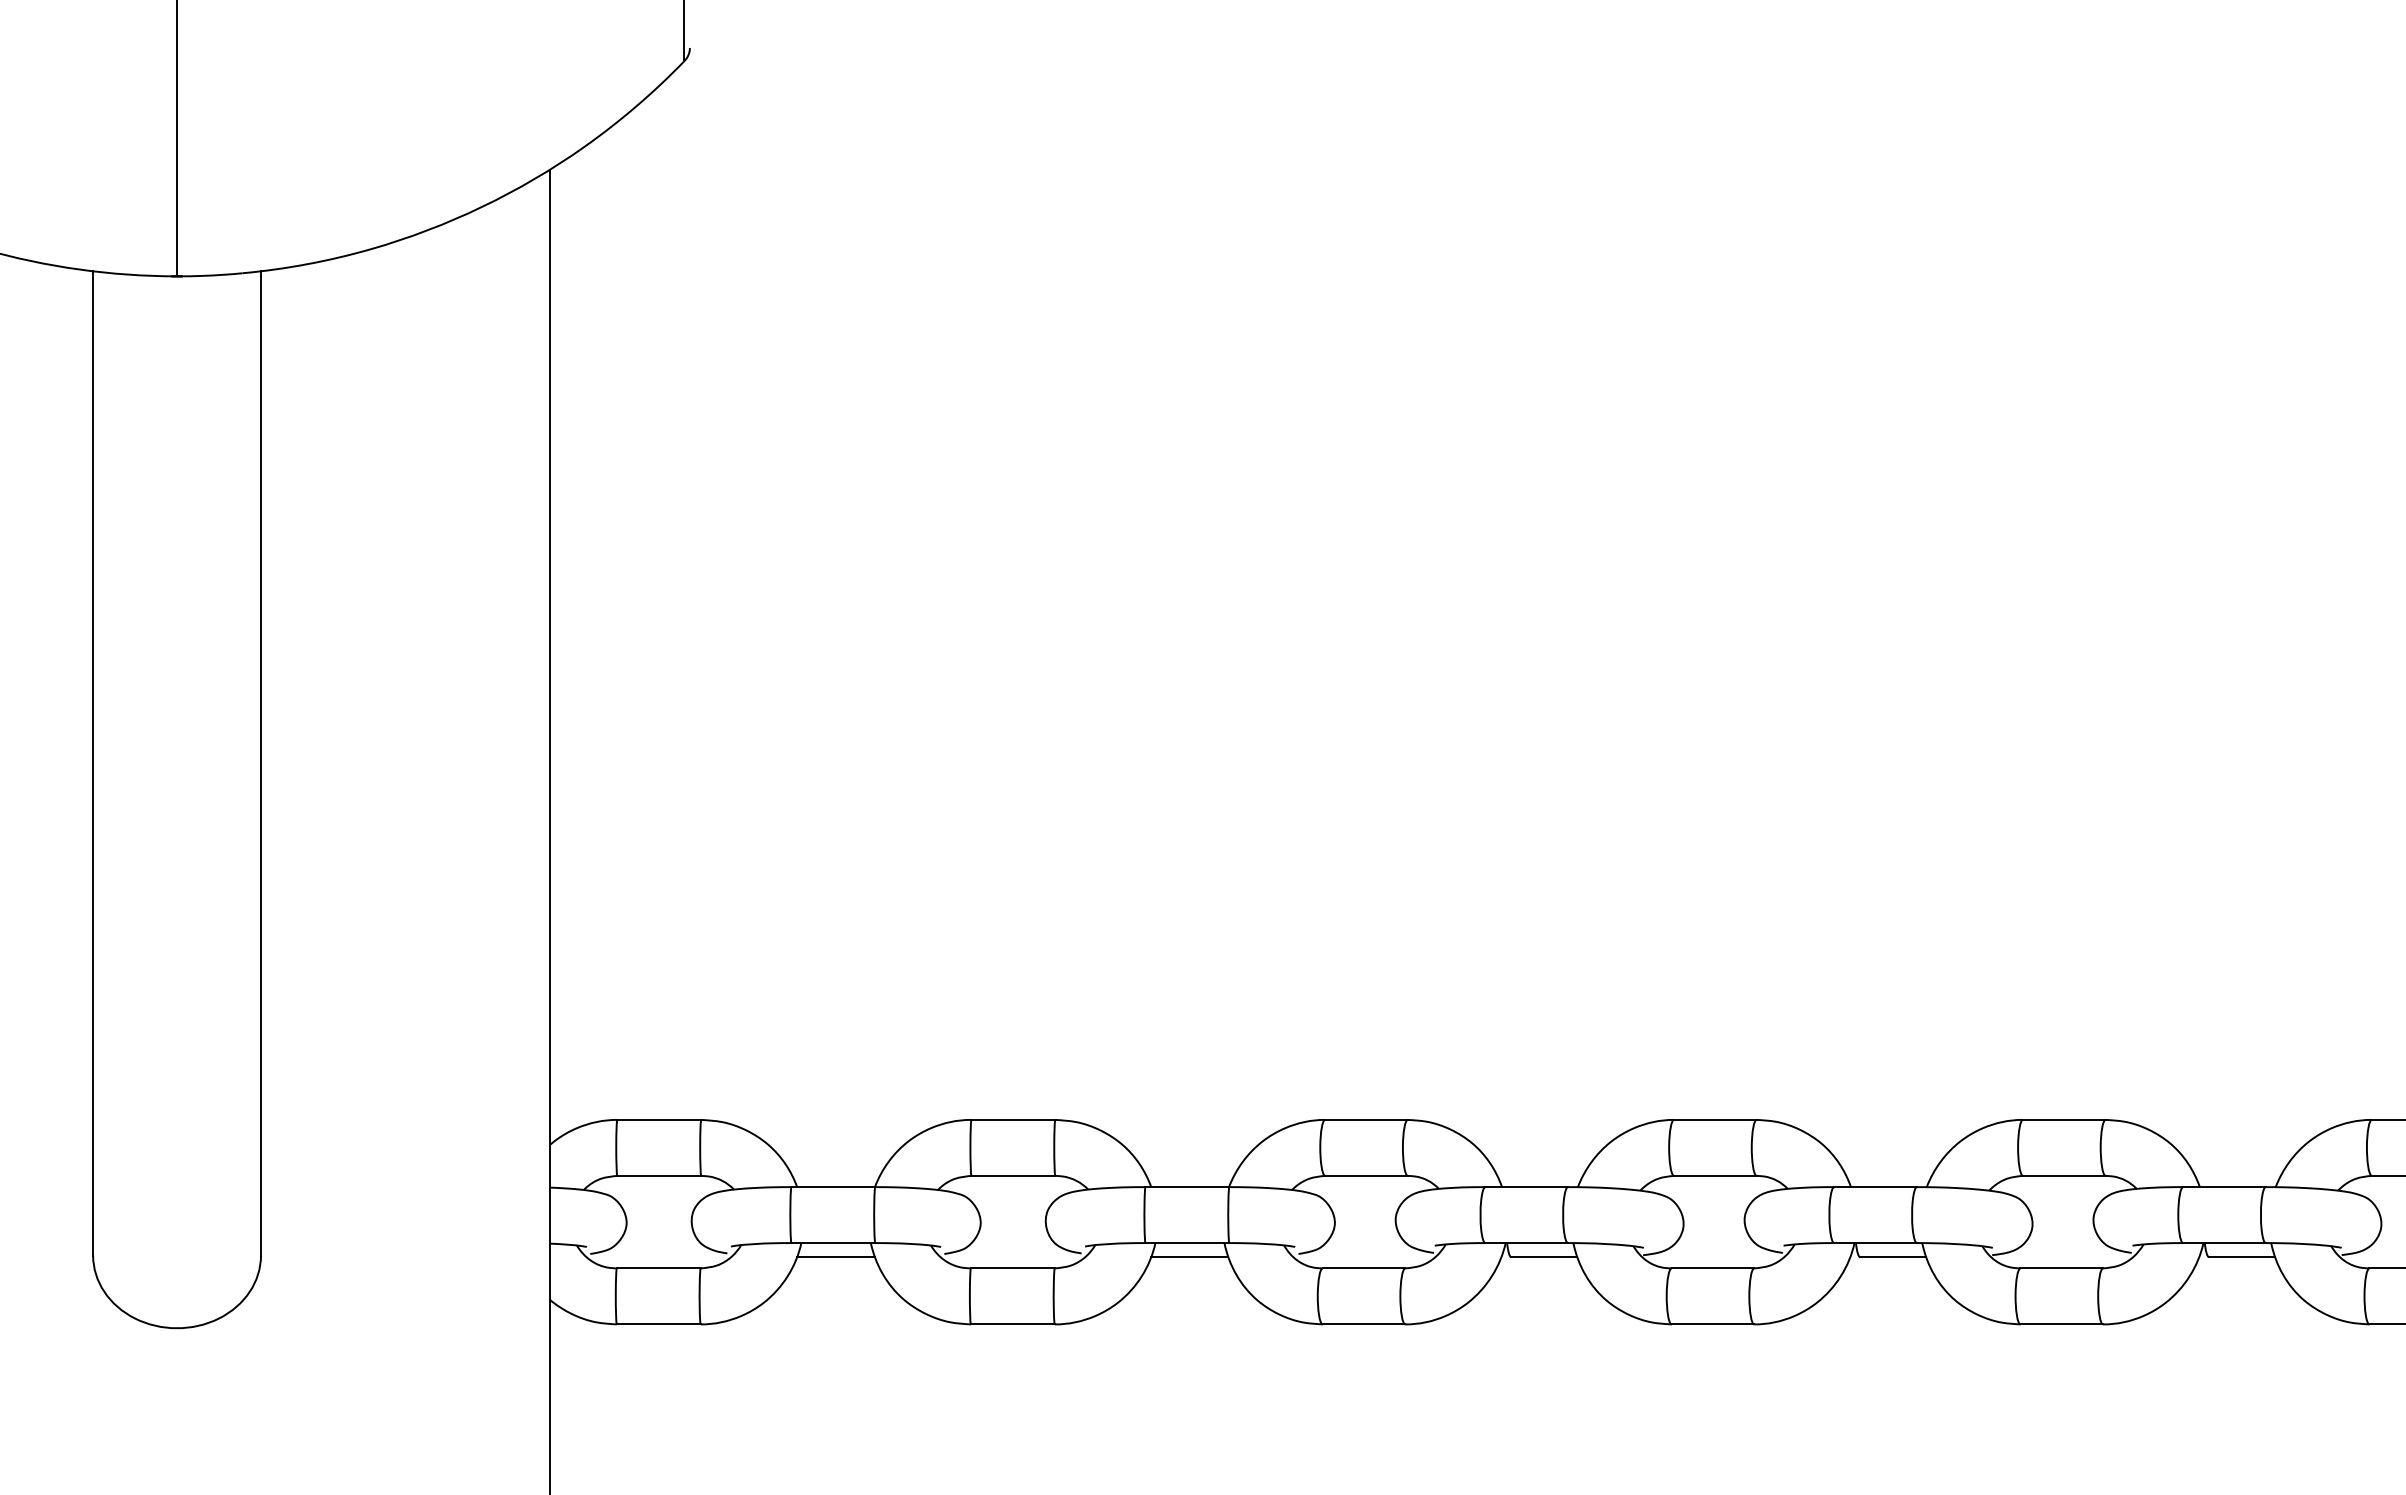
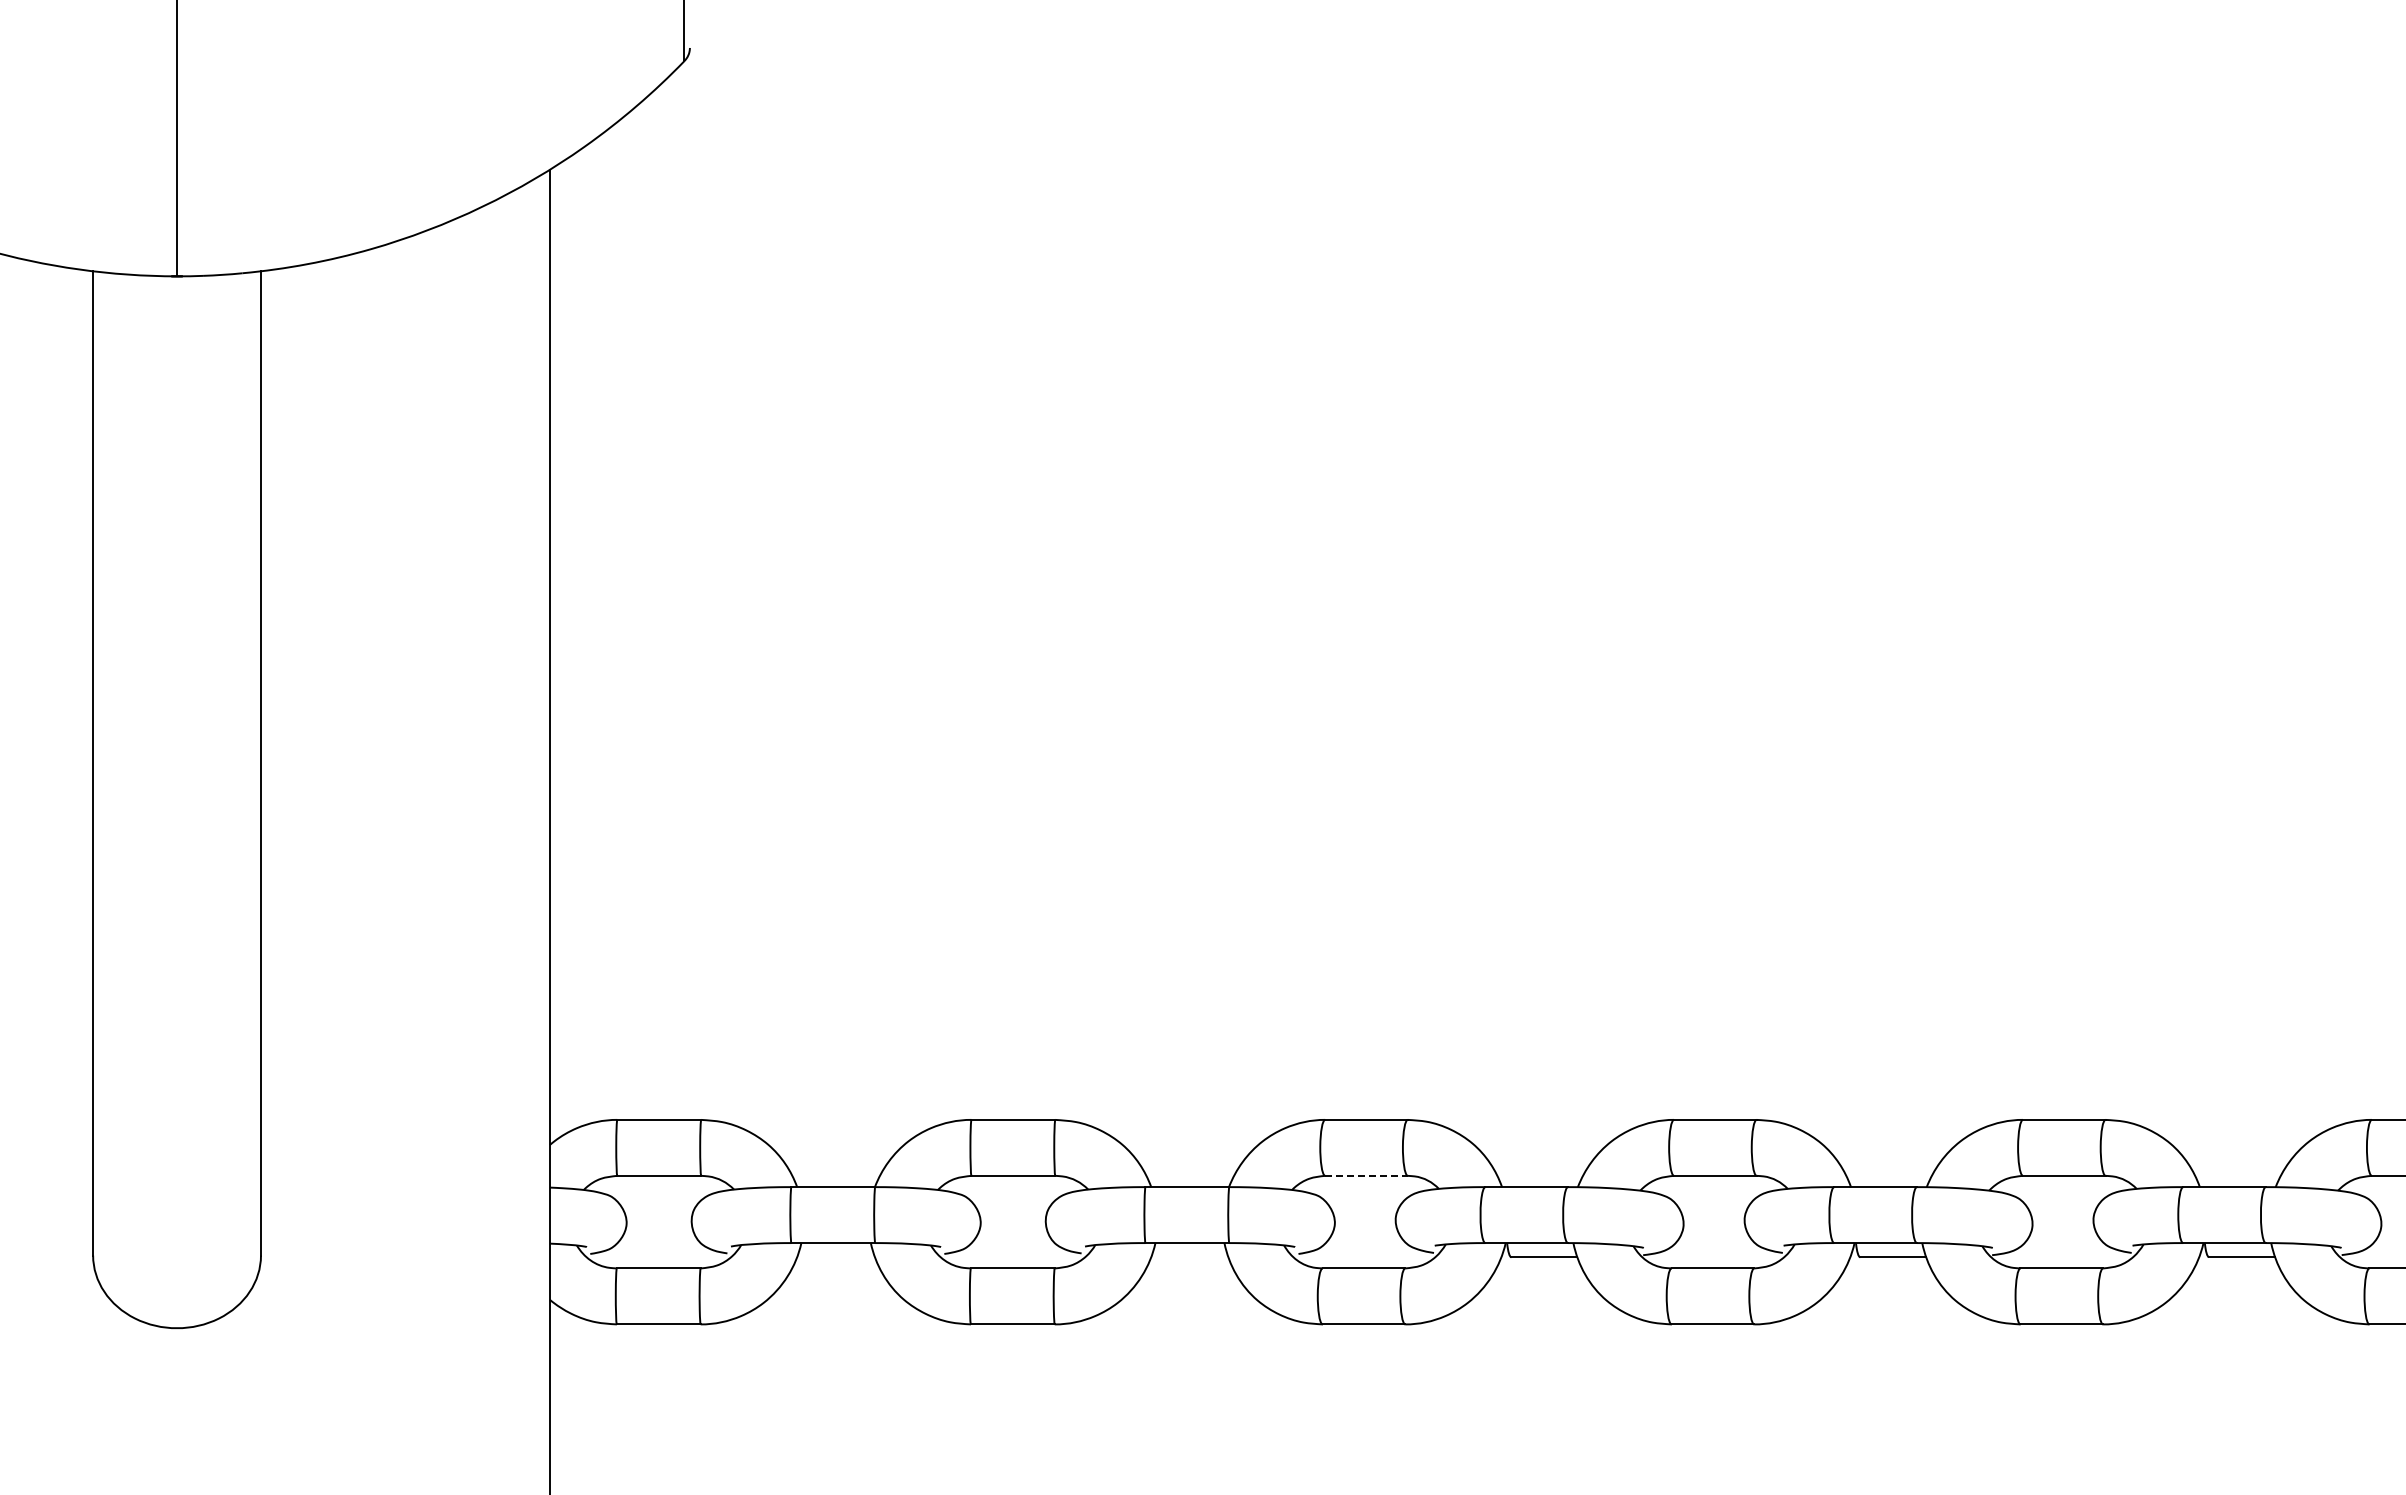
line at (1366, 1175): solid -> dashed
line at (835, 1257): present -> none
line at (1189, 1257): present -> none
